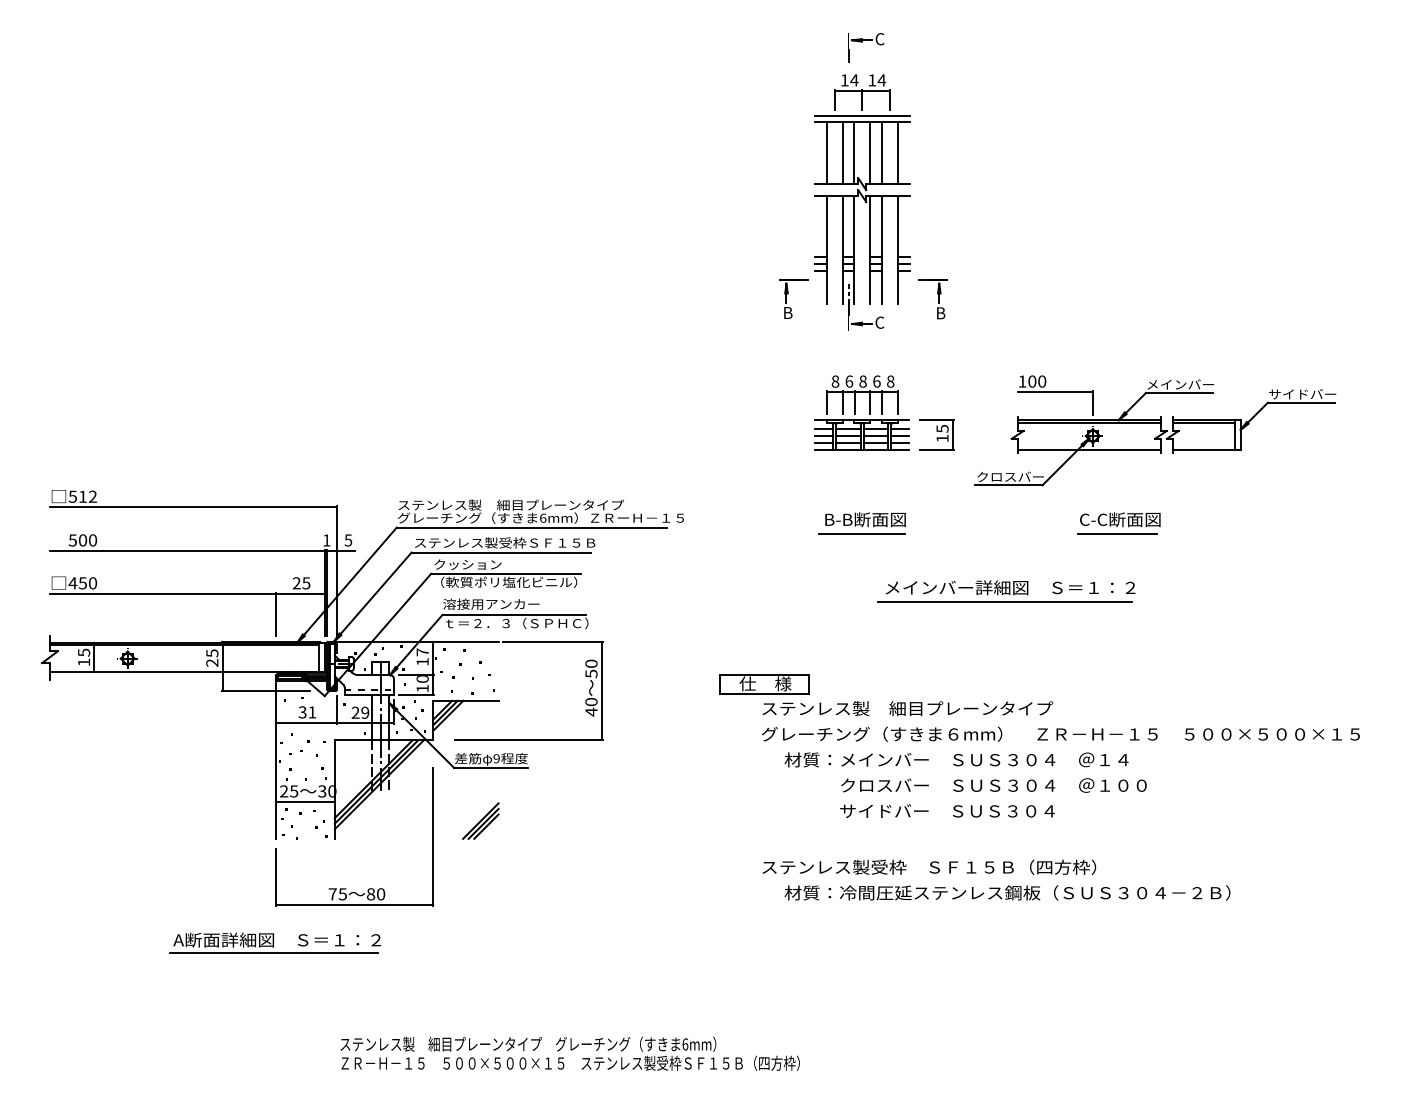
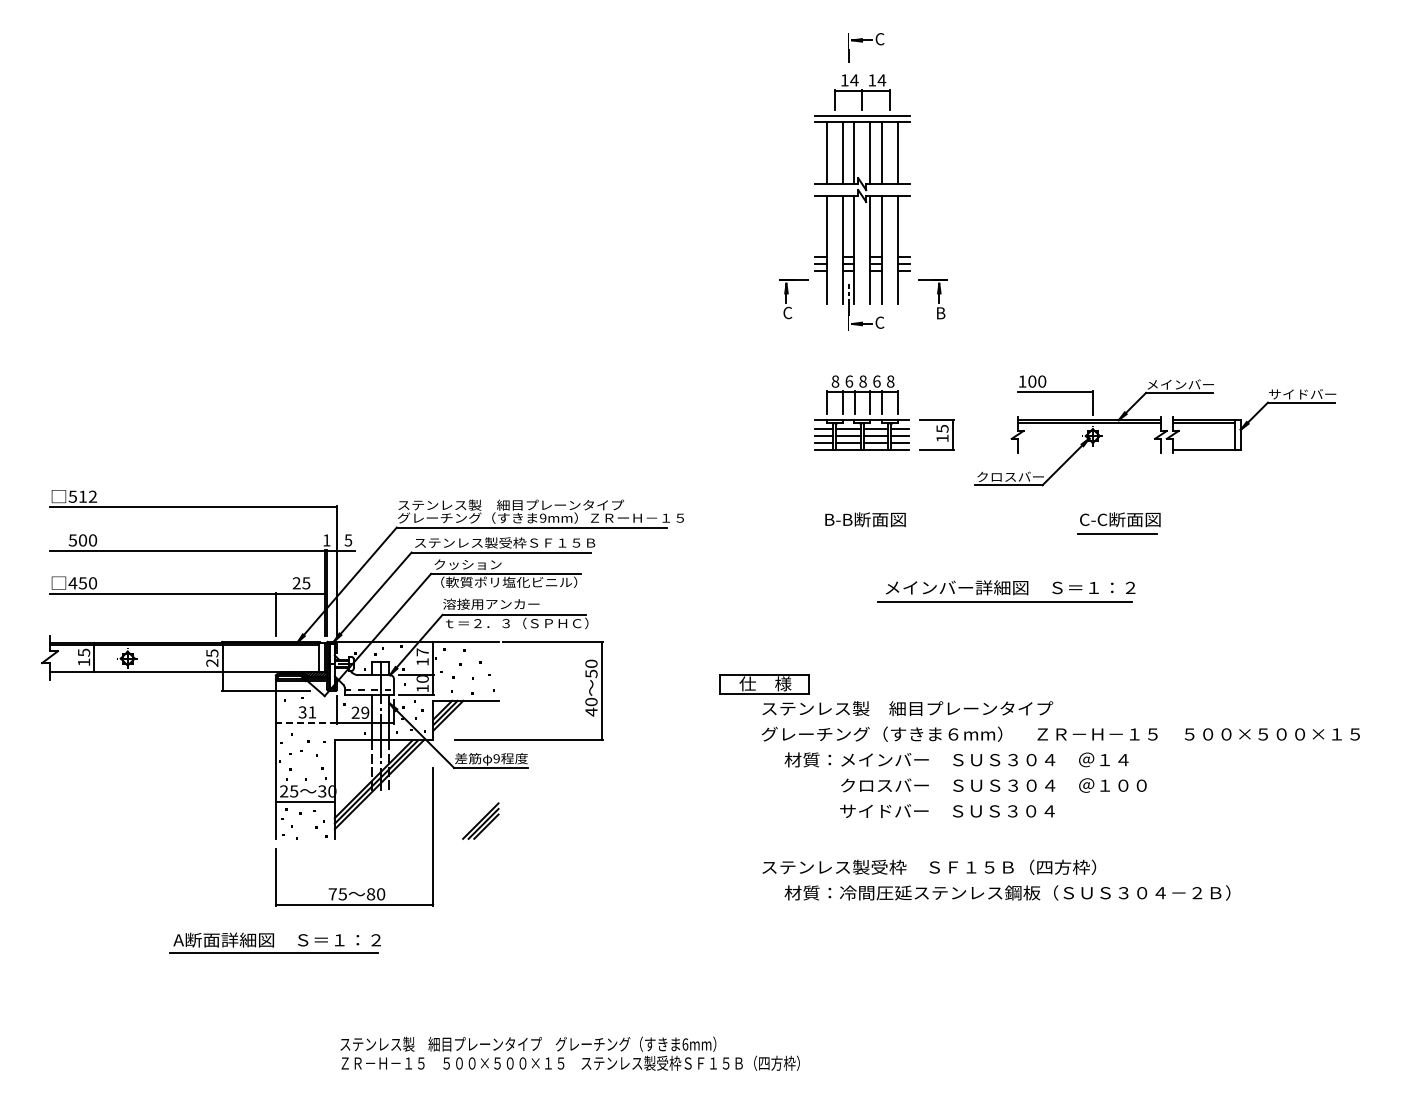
text at (787, 312): B -> C
line at (1088, 449): present -> none
text at (543, 517): 6mm -> 9mm
line at (862, 534): present -> none
line at (306, 723): solid -> dashed
